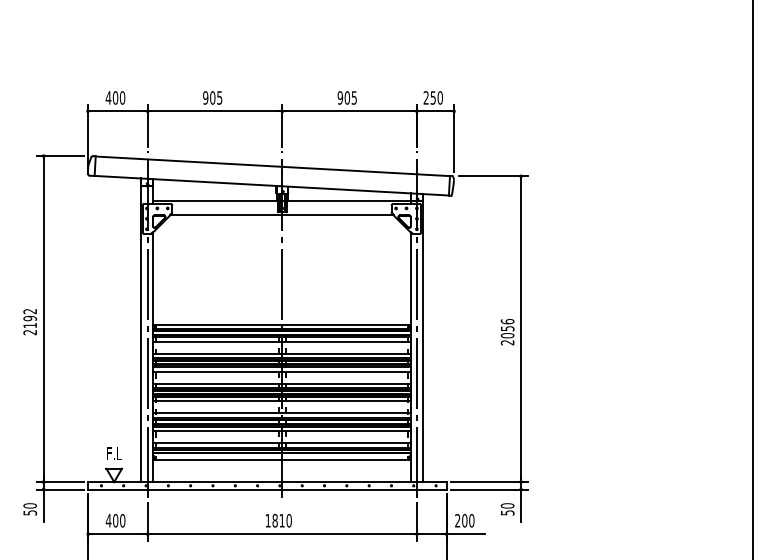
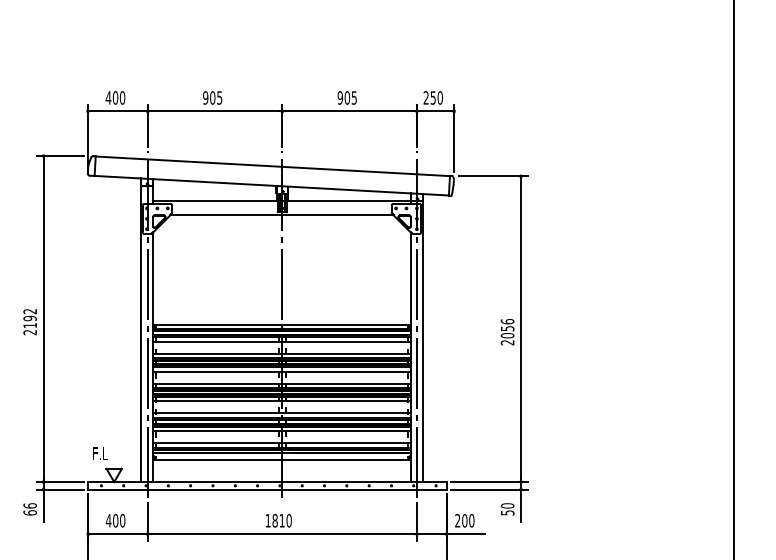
line at (752, 279) position: (752, 279) -> (733, 279)
text at (114, 453) position: (114, 453) -> (100, 453)
text at (30, 509): 50 -> 66
